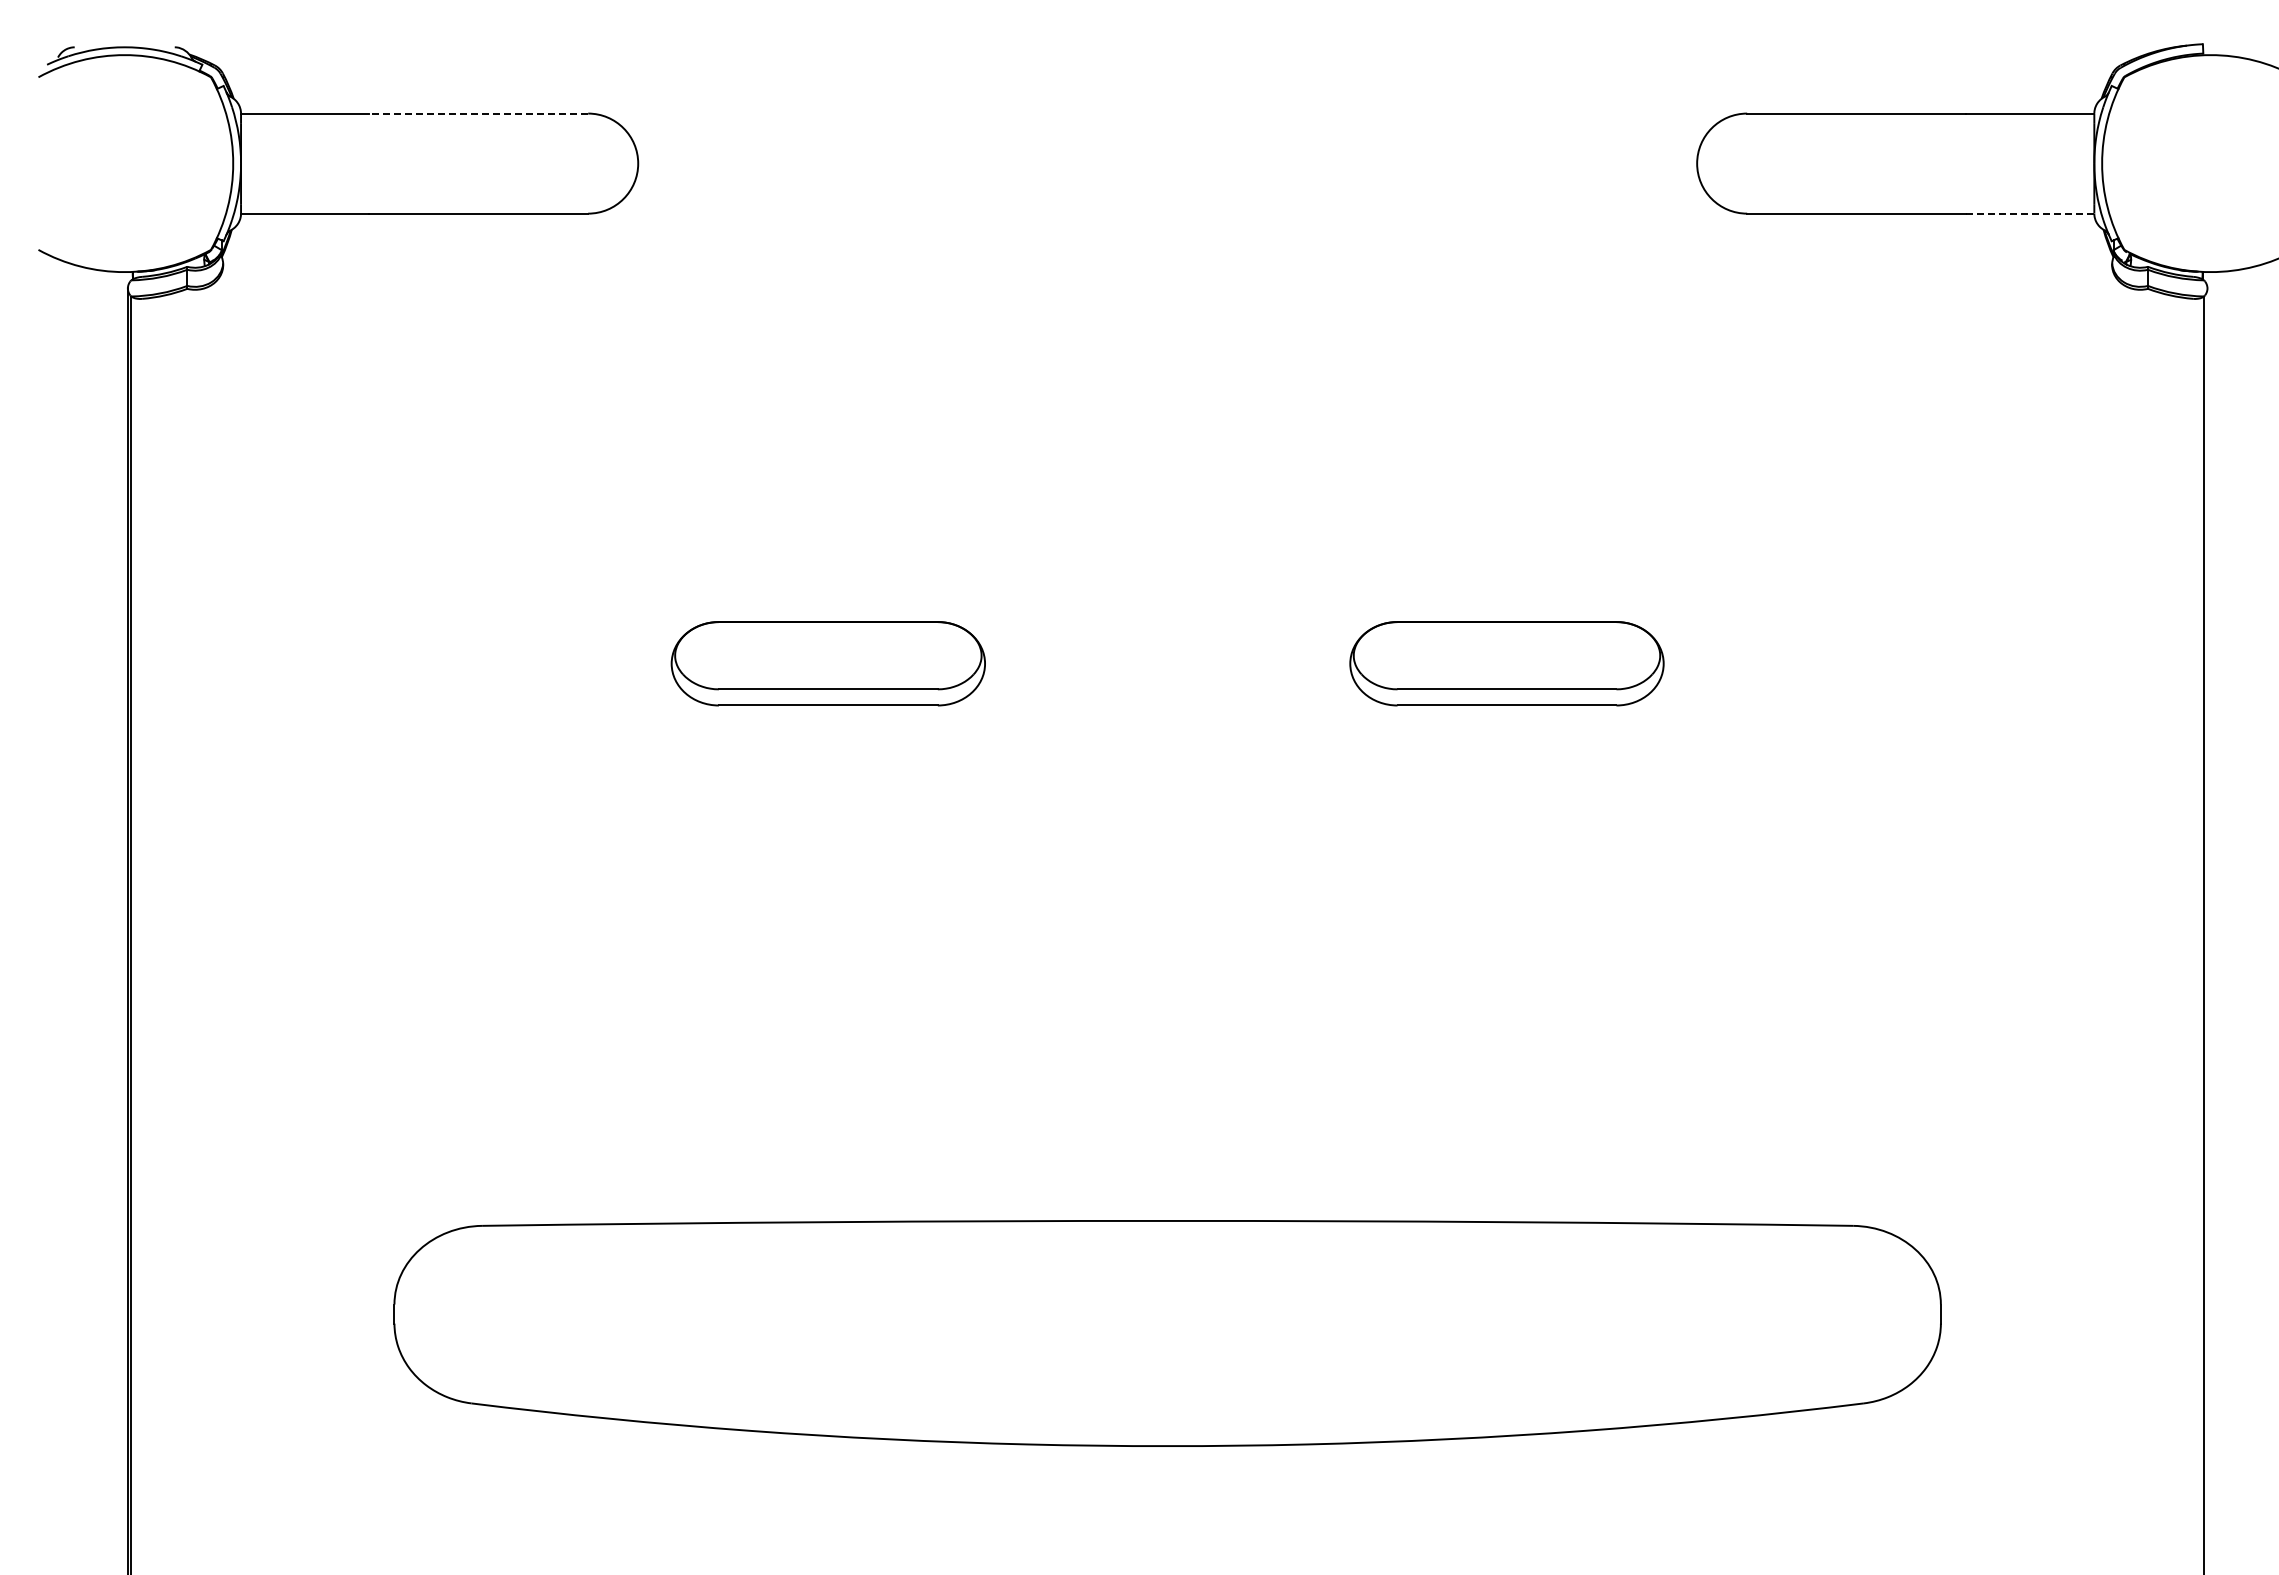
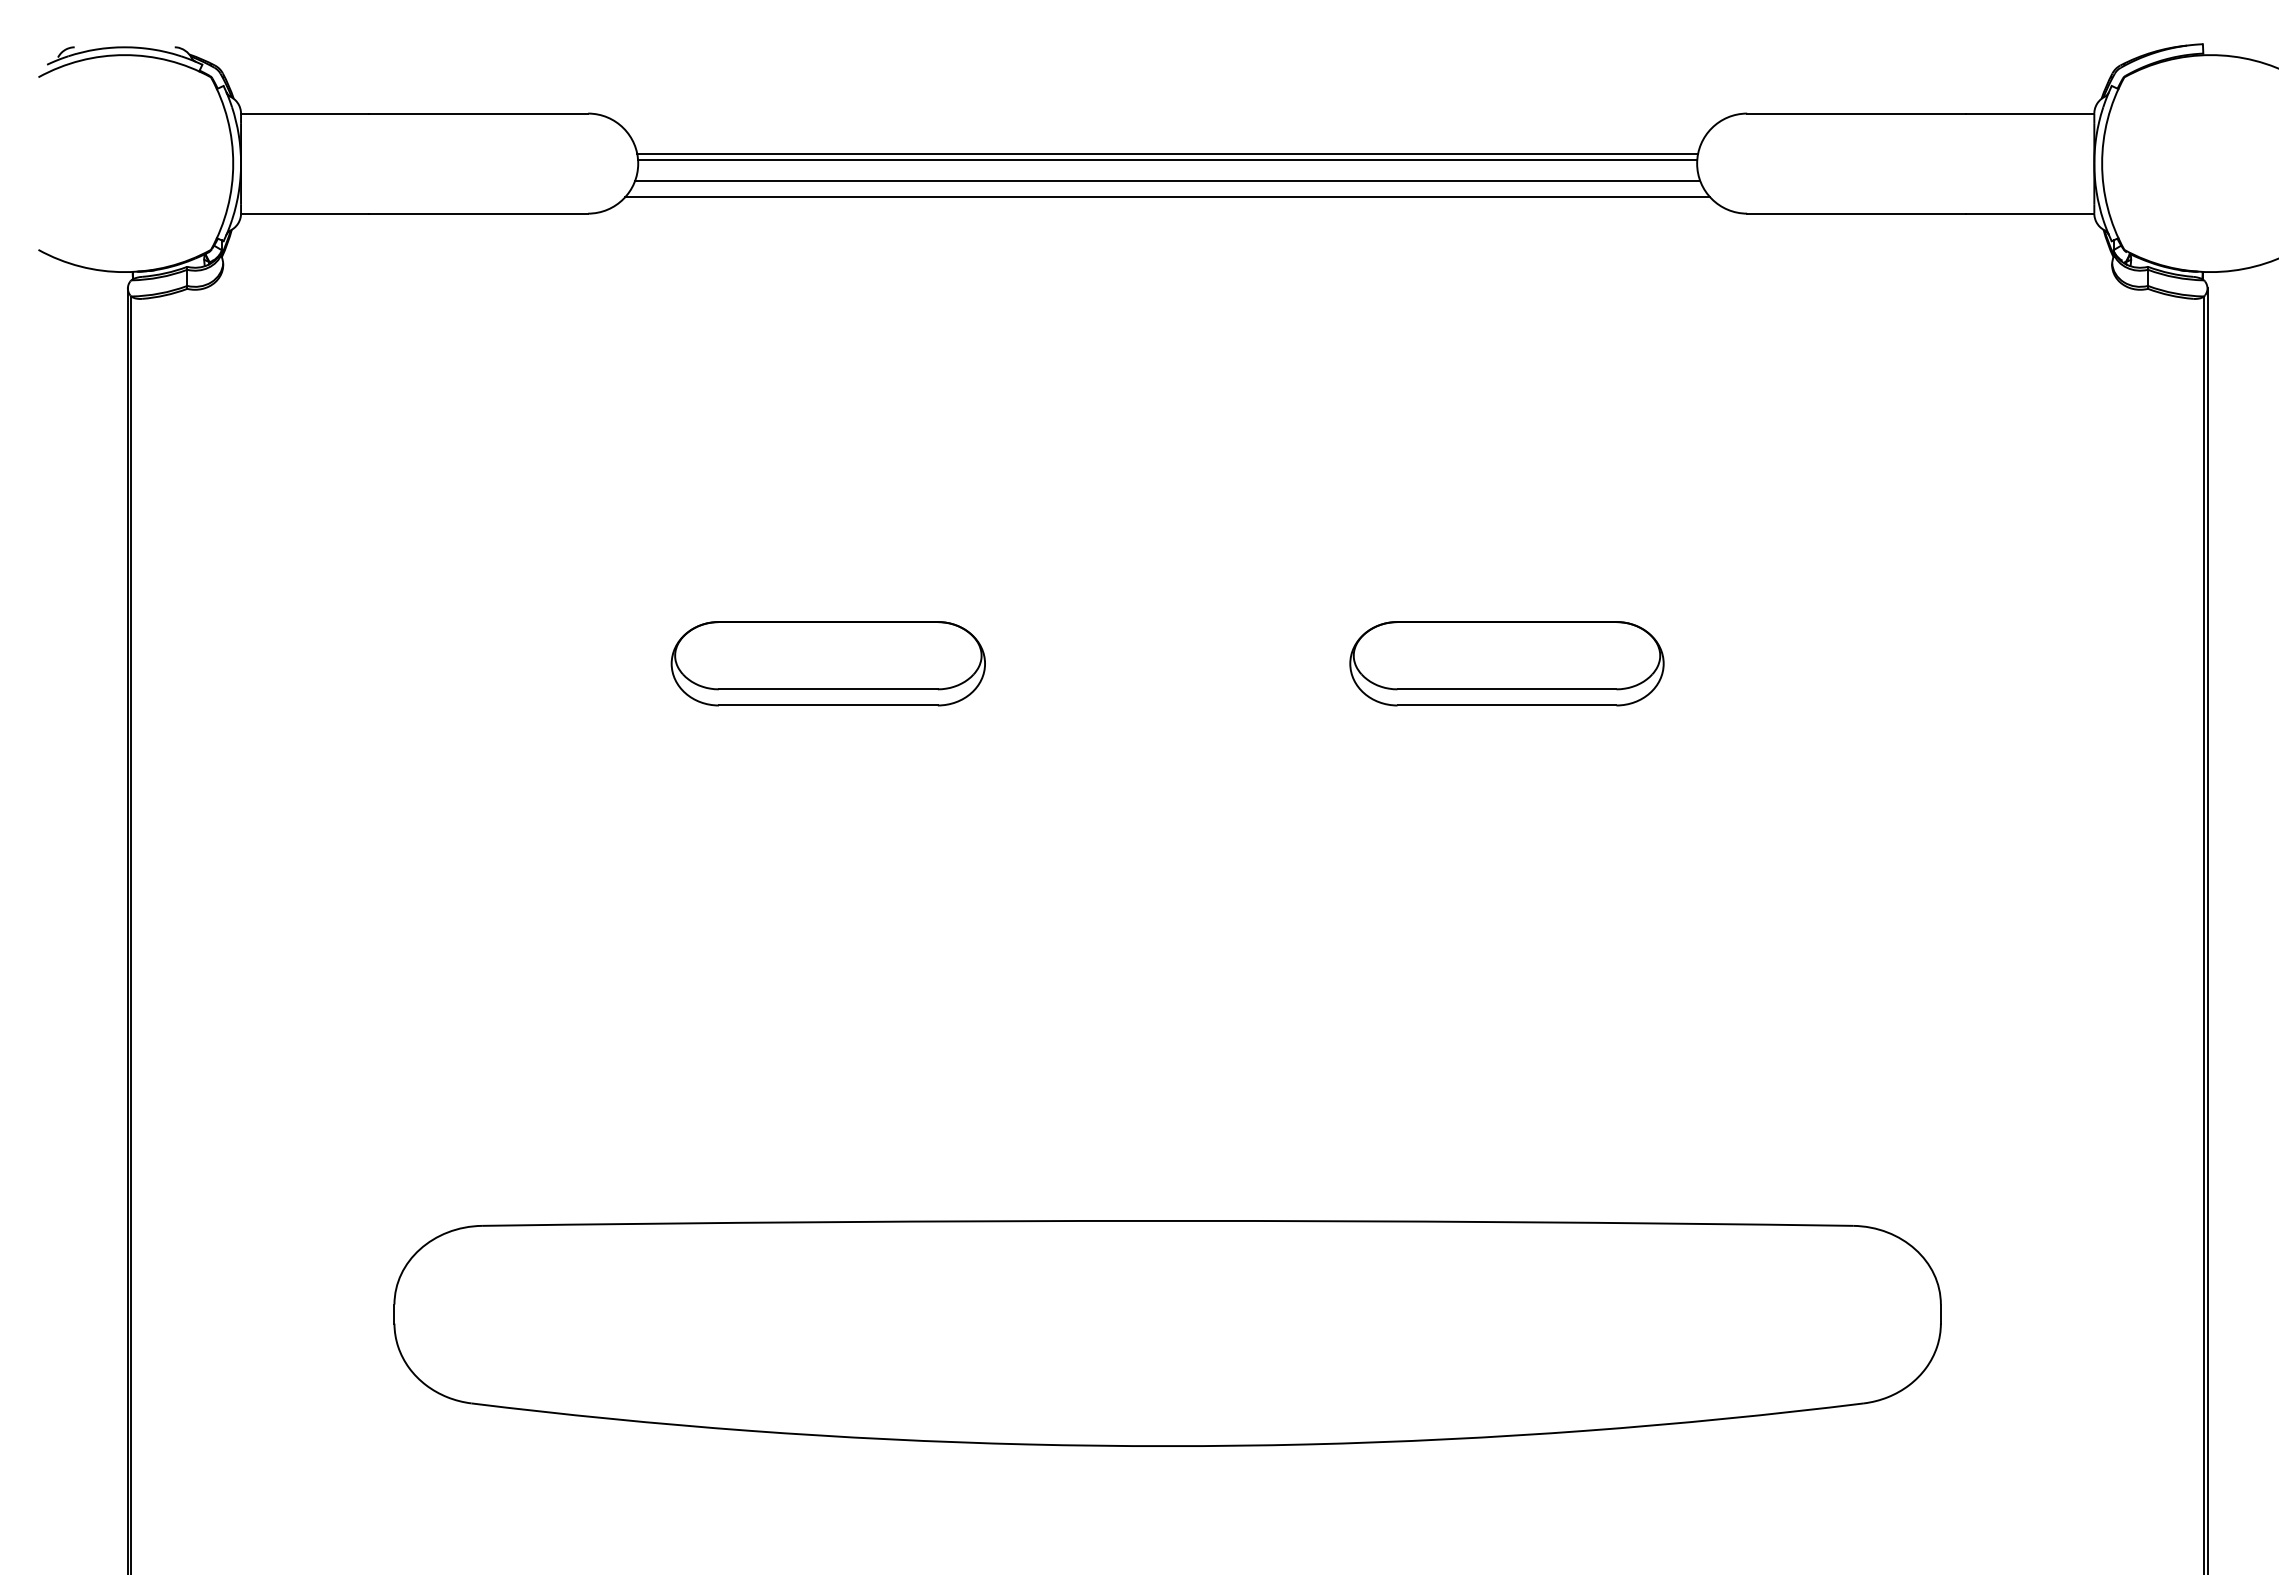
line at (478, 113): dashed -> solid
line at (1167, 154): none -> present
line at (1167, 160): none -> present
line at (1167, 181): none -> present
line at (1167, 197): none -> present
line at (2030, 213): dashed -> solid
line at (2207, 929): none -> present
